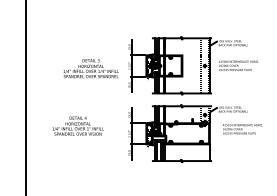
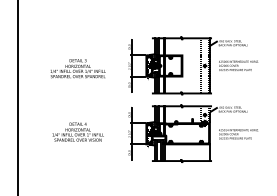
text at (90, 68) position: (90, 68) -> (77, 68)
line at (26, 97) position: (26, 97) -> (18, 97)
text at (77, 125) position: (77, 125) -> (77, 131)
text at (242, 129) position: (242, 129) -> (238, 134)
